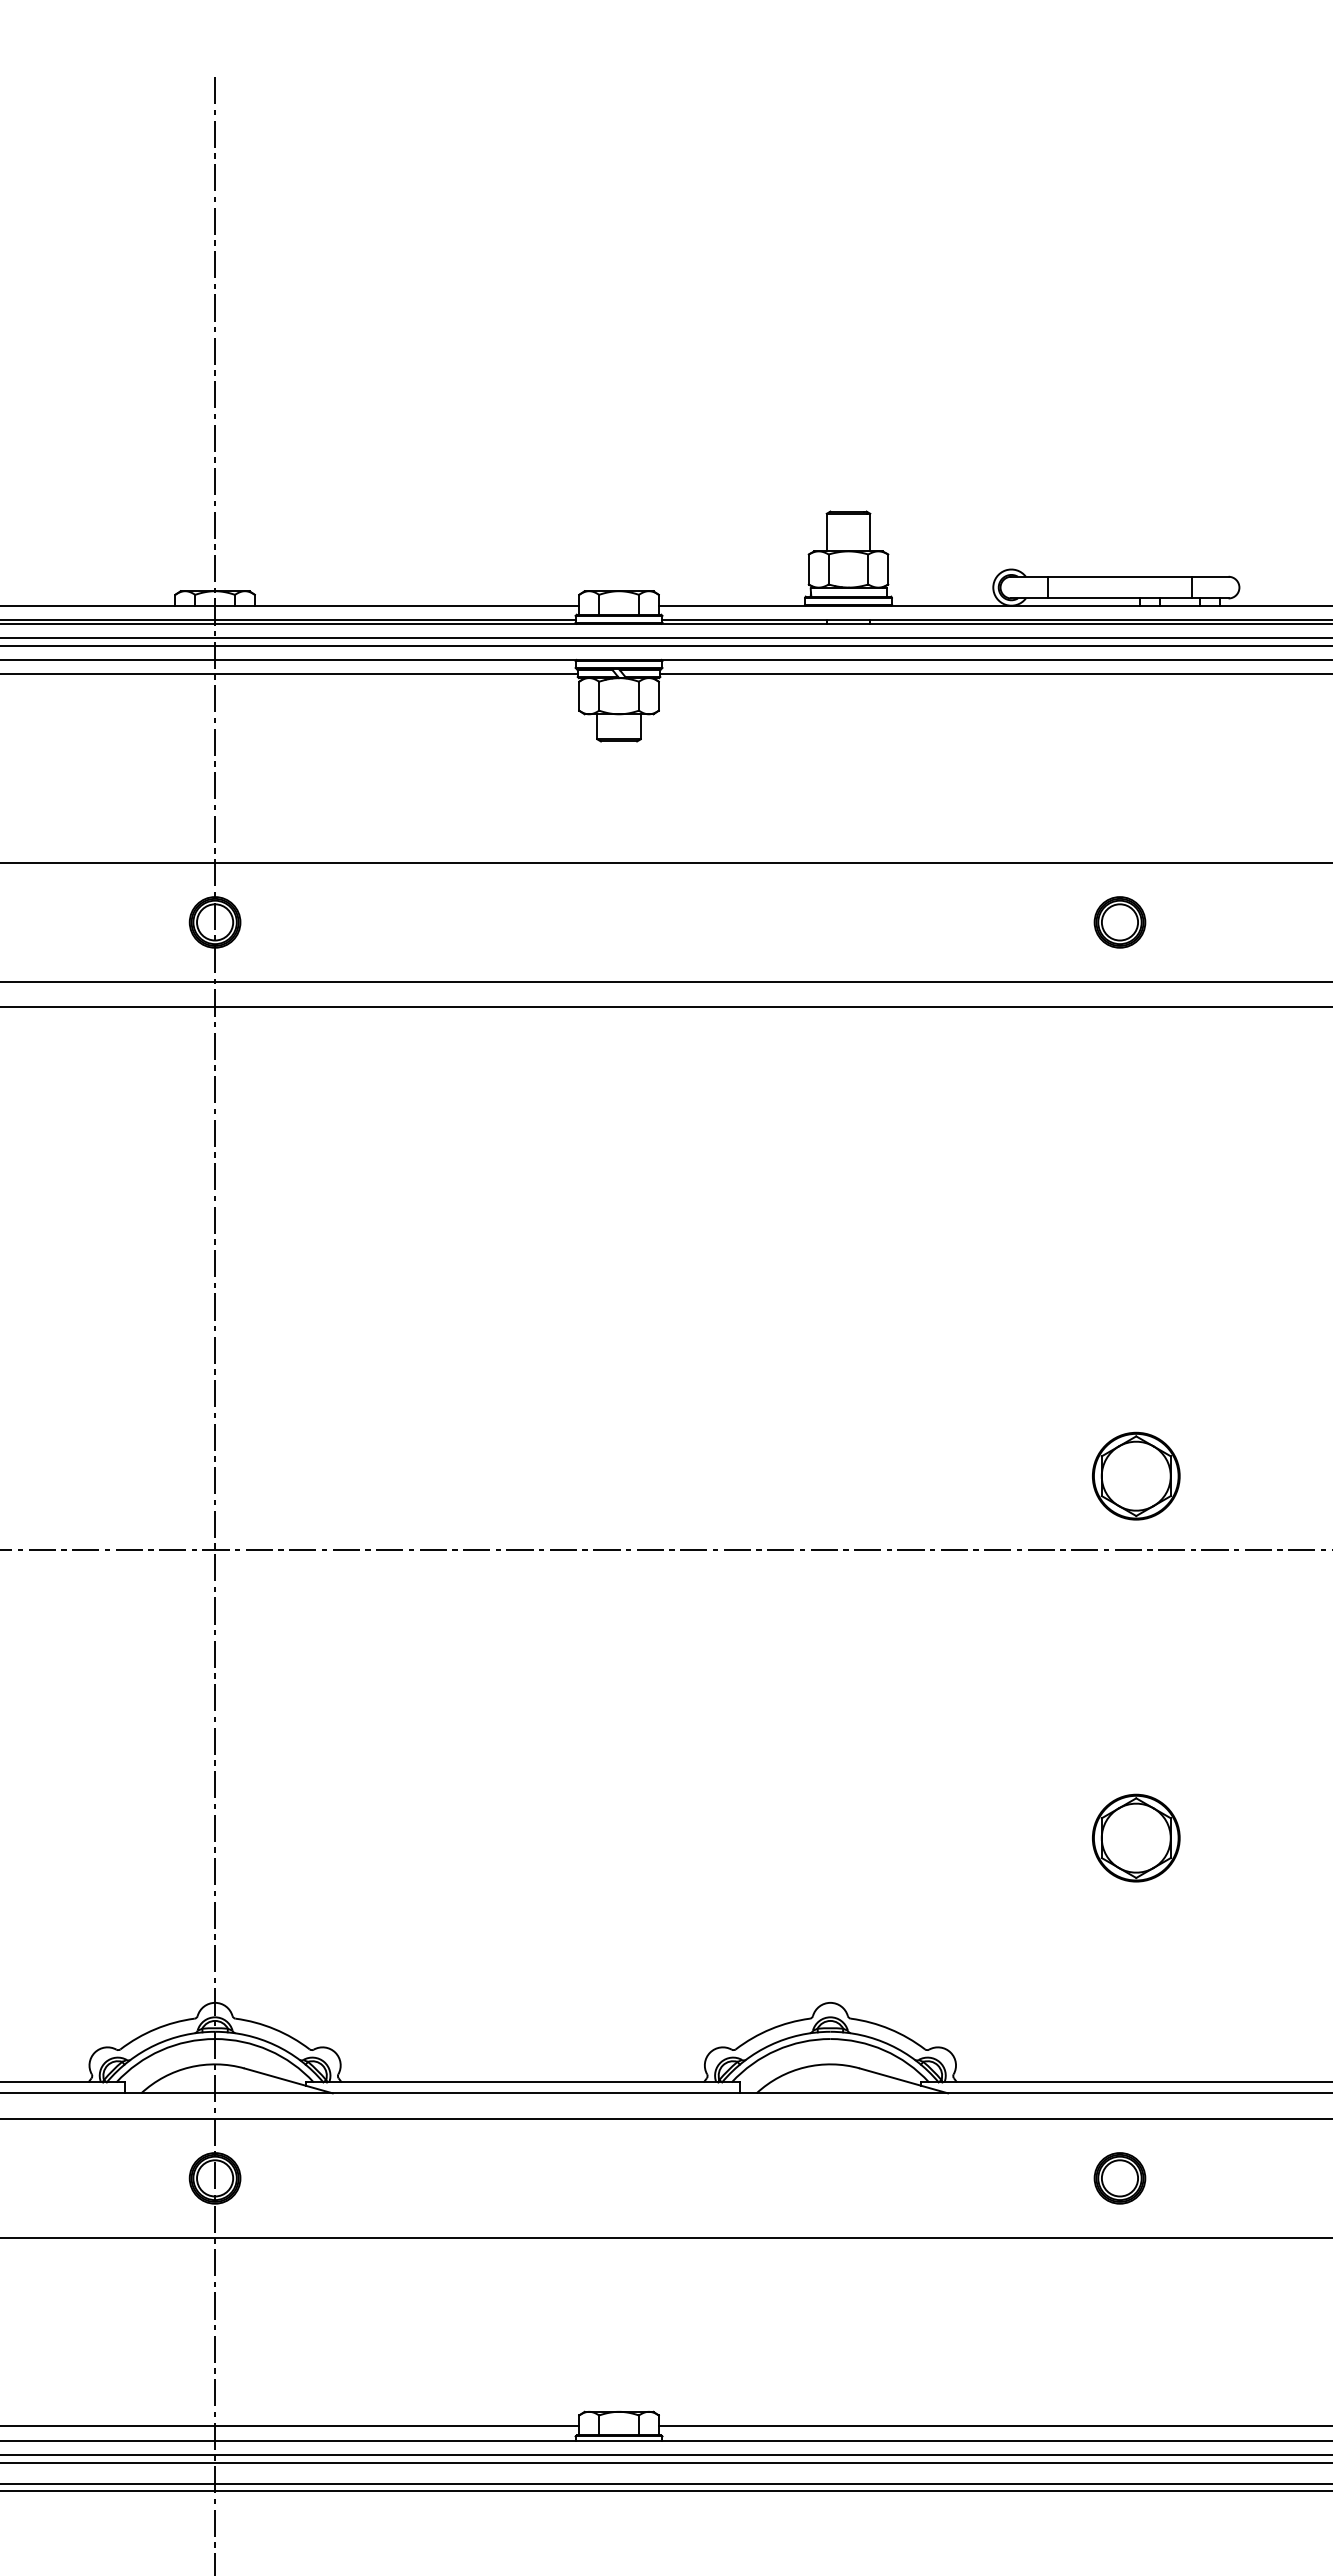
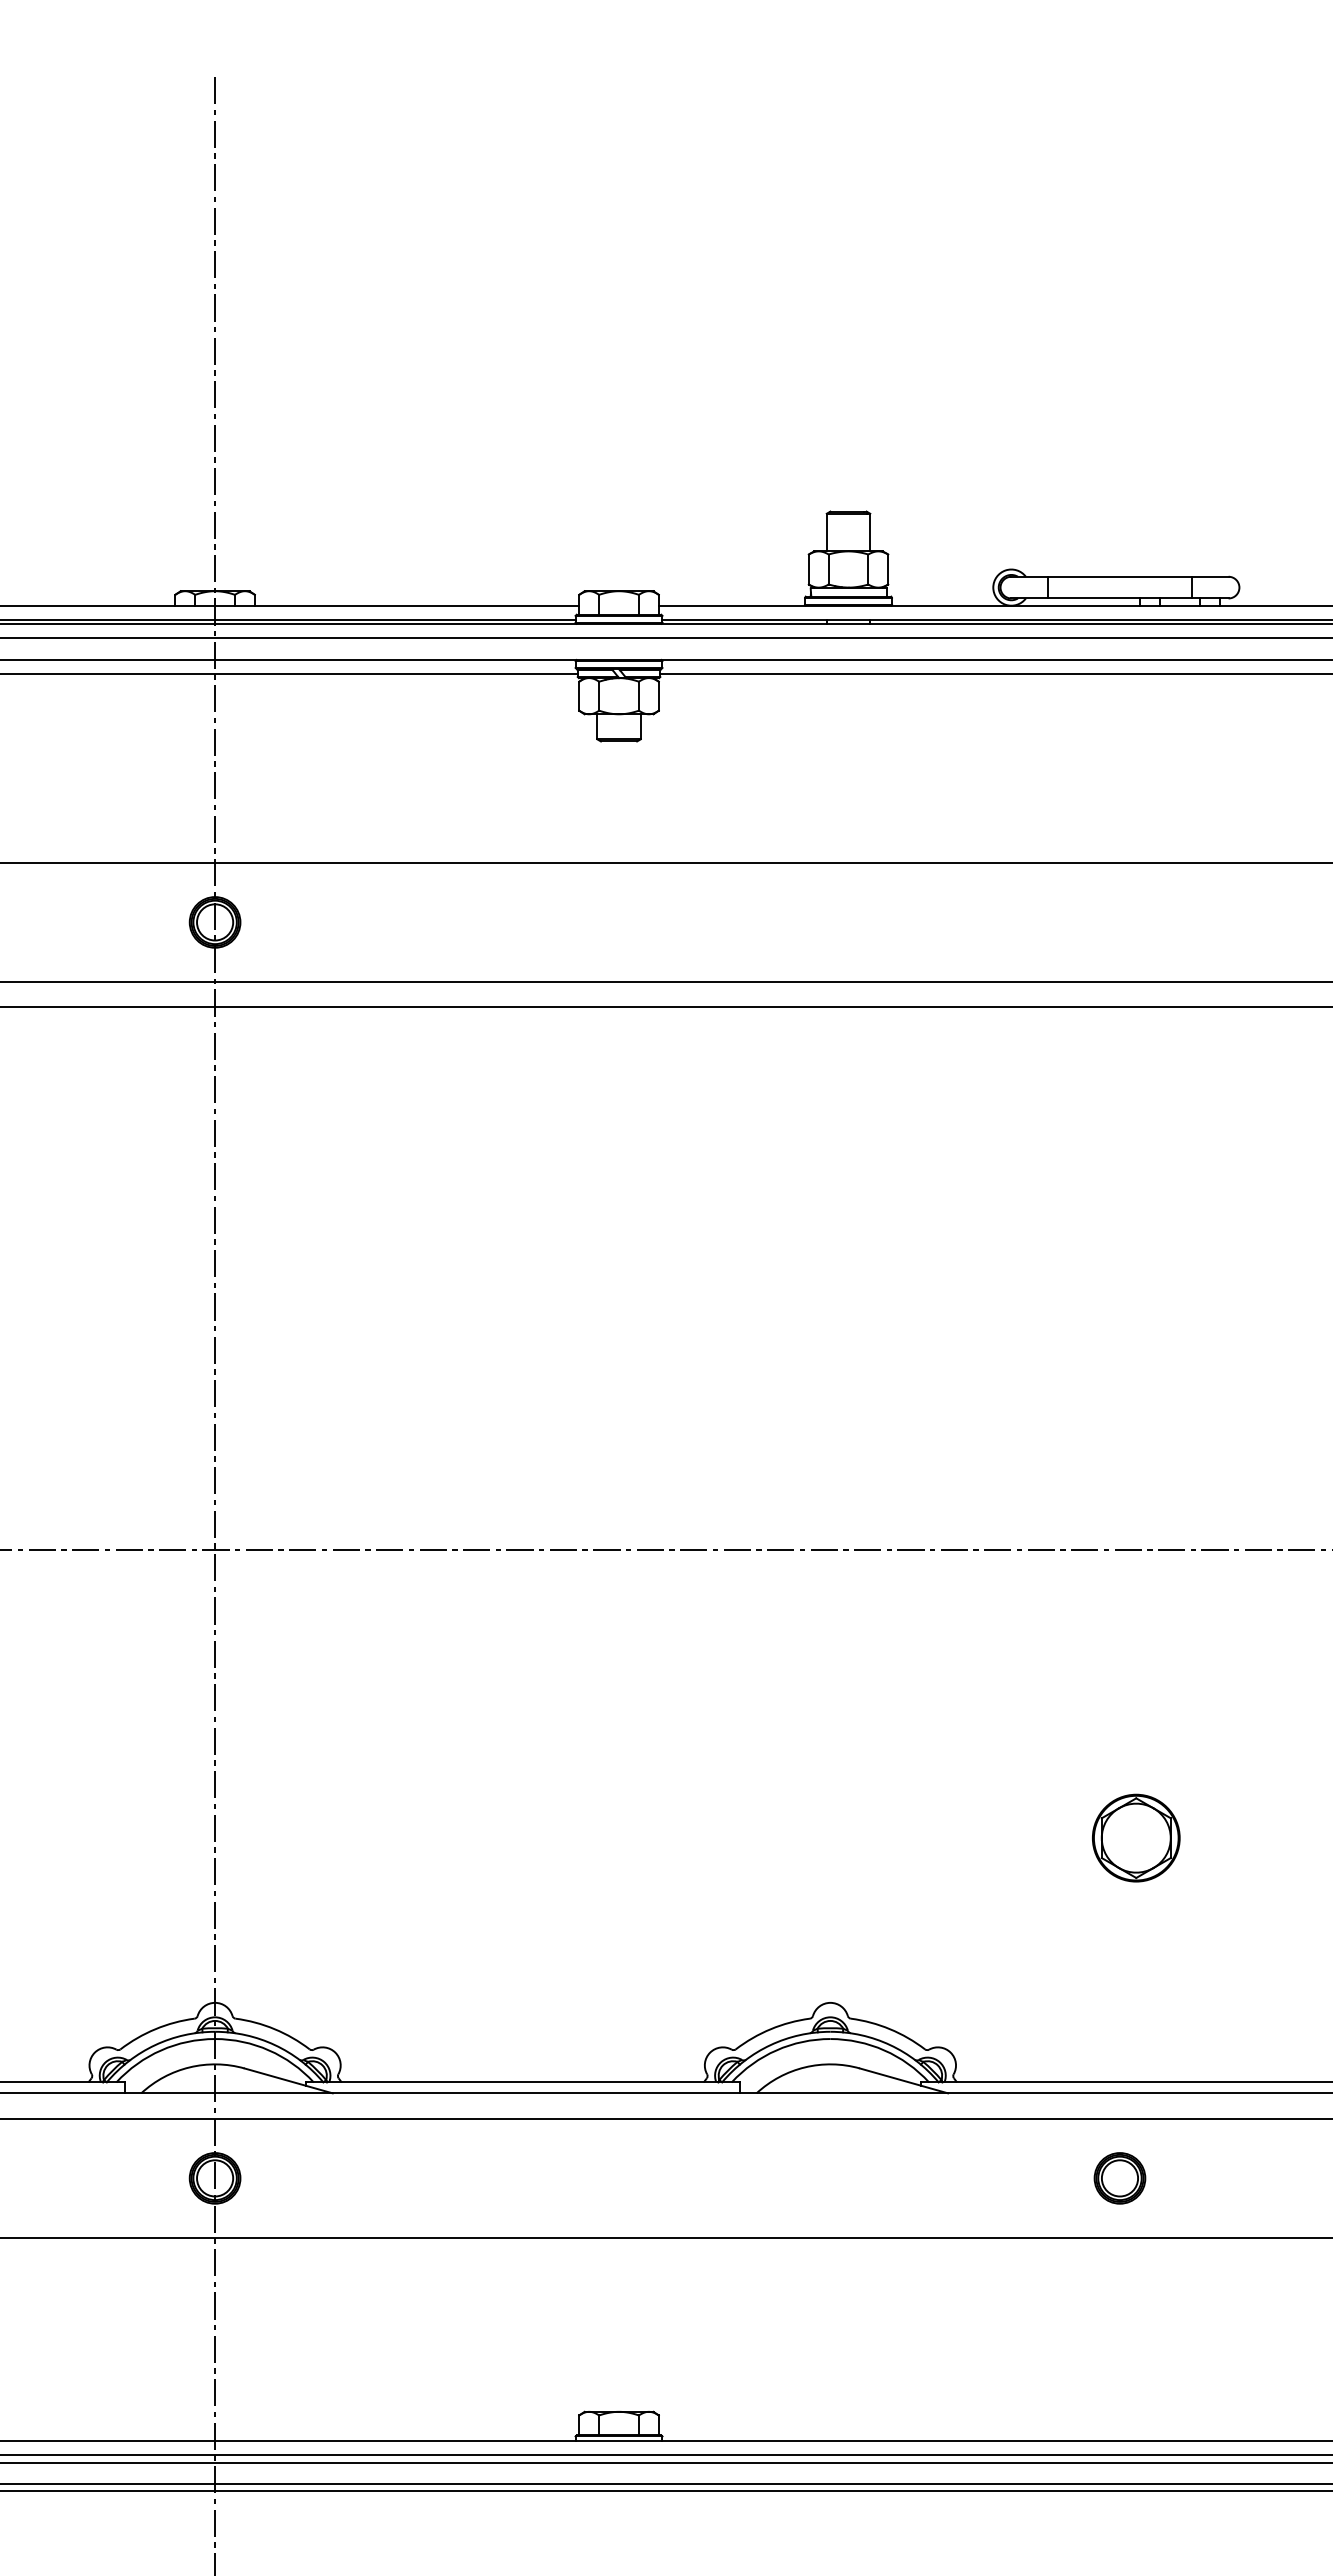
line at (665, 645): present -> none
part at (1119, 922): present -> none
part at (1136, 1475): present -> none
line at (290, 2426): present -> none
line at (993, 2426): present -> none
